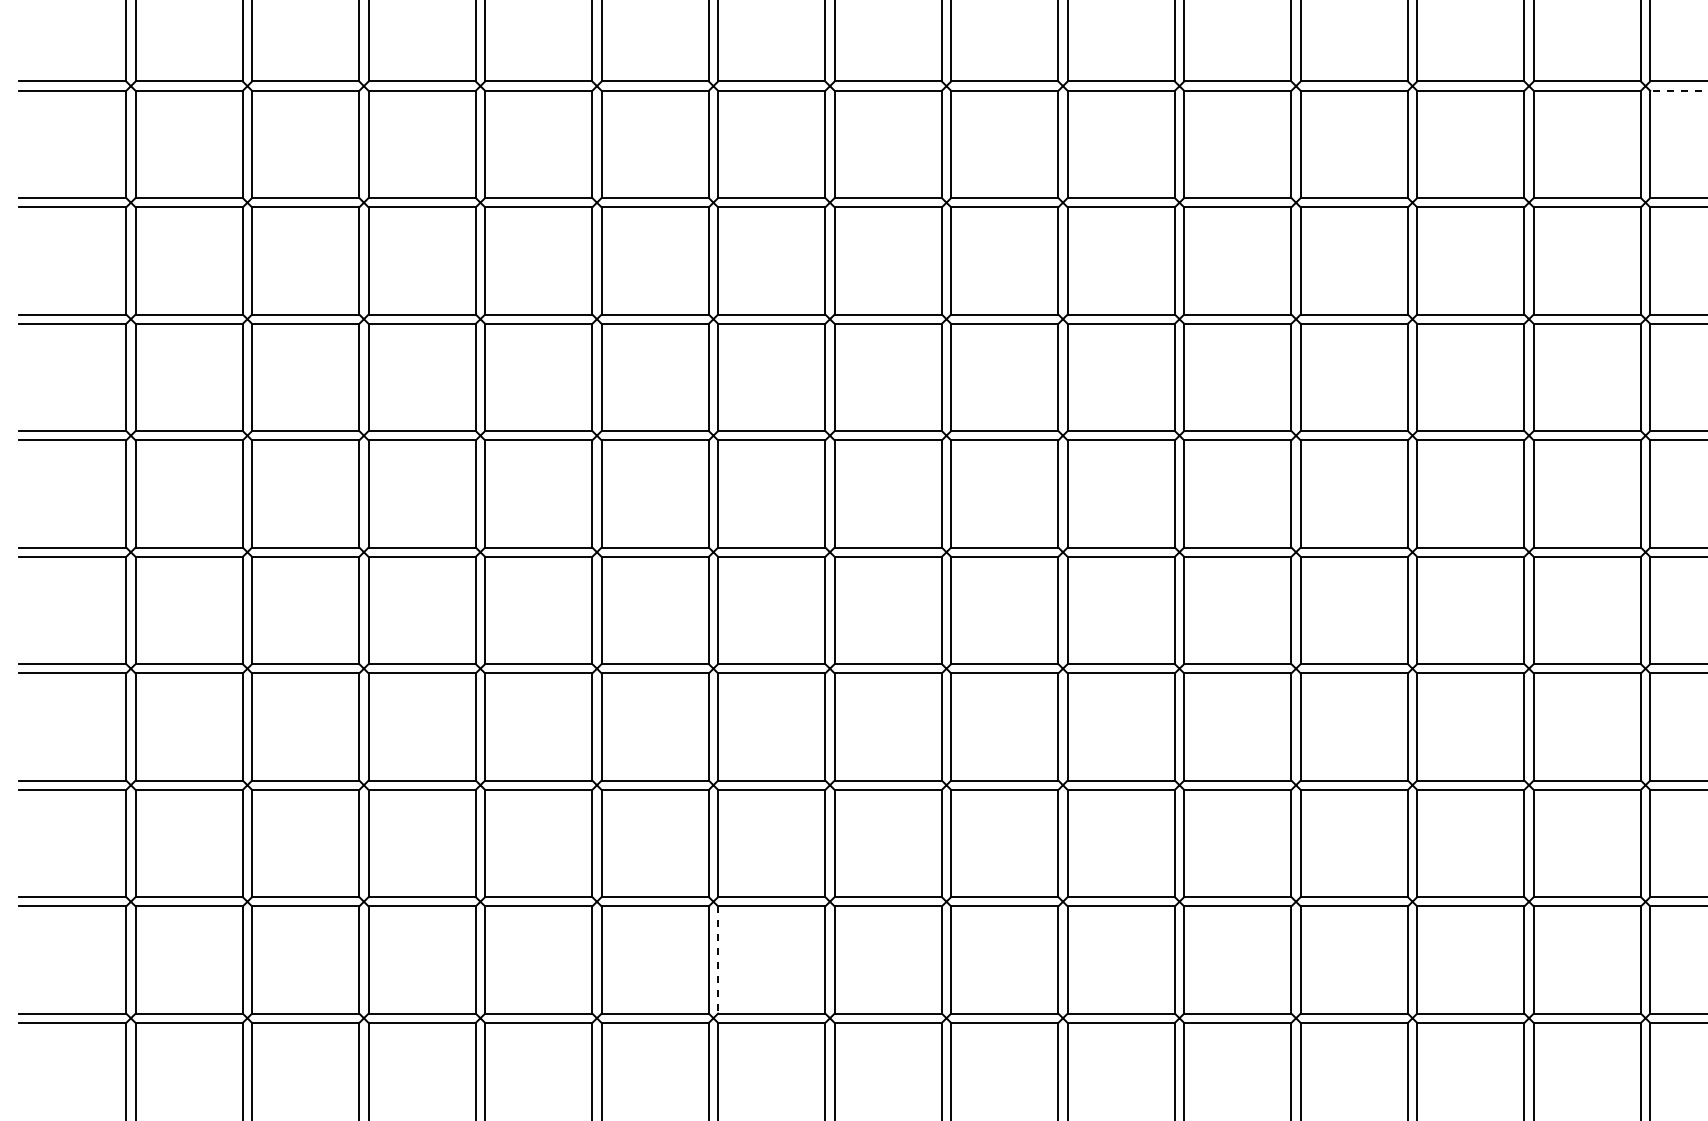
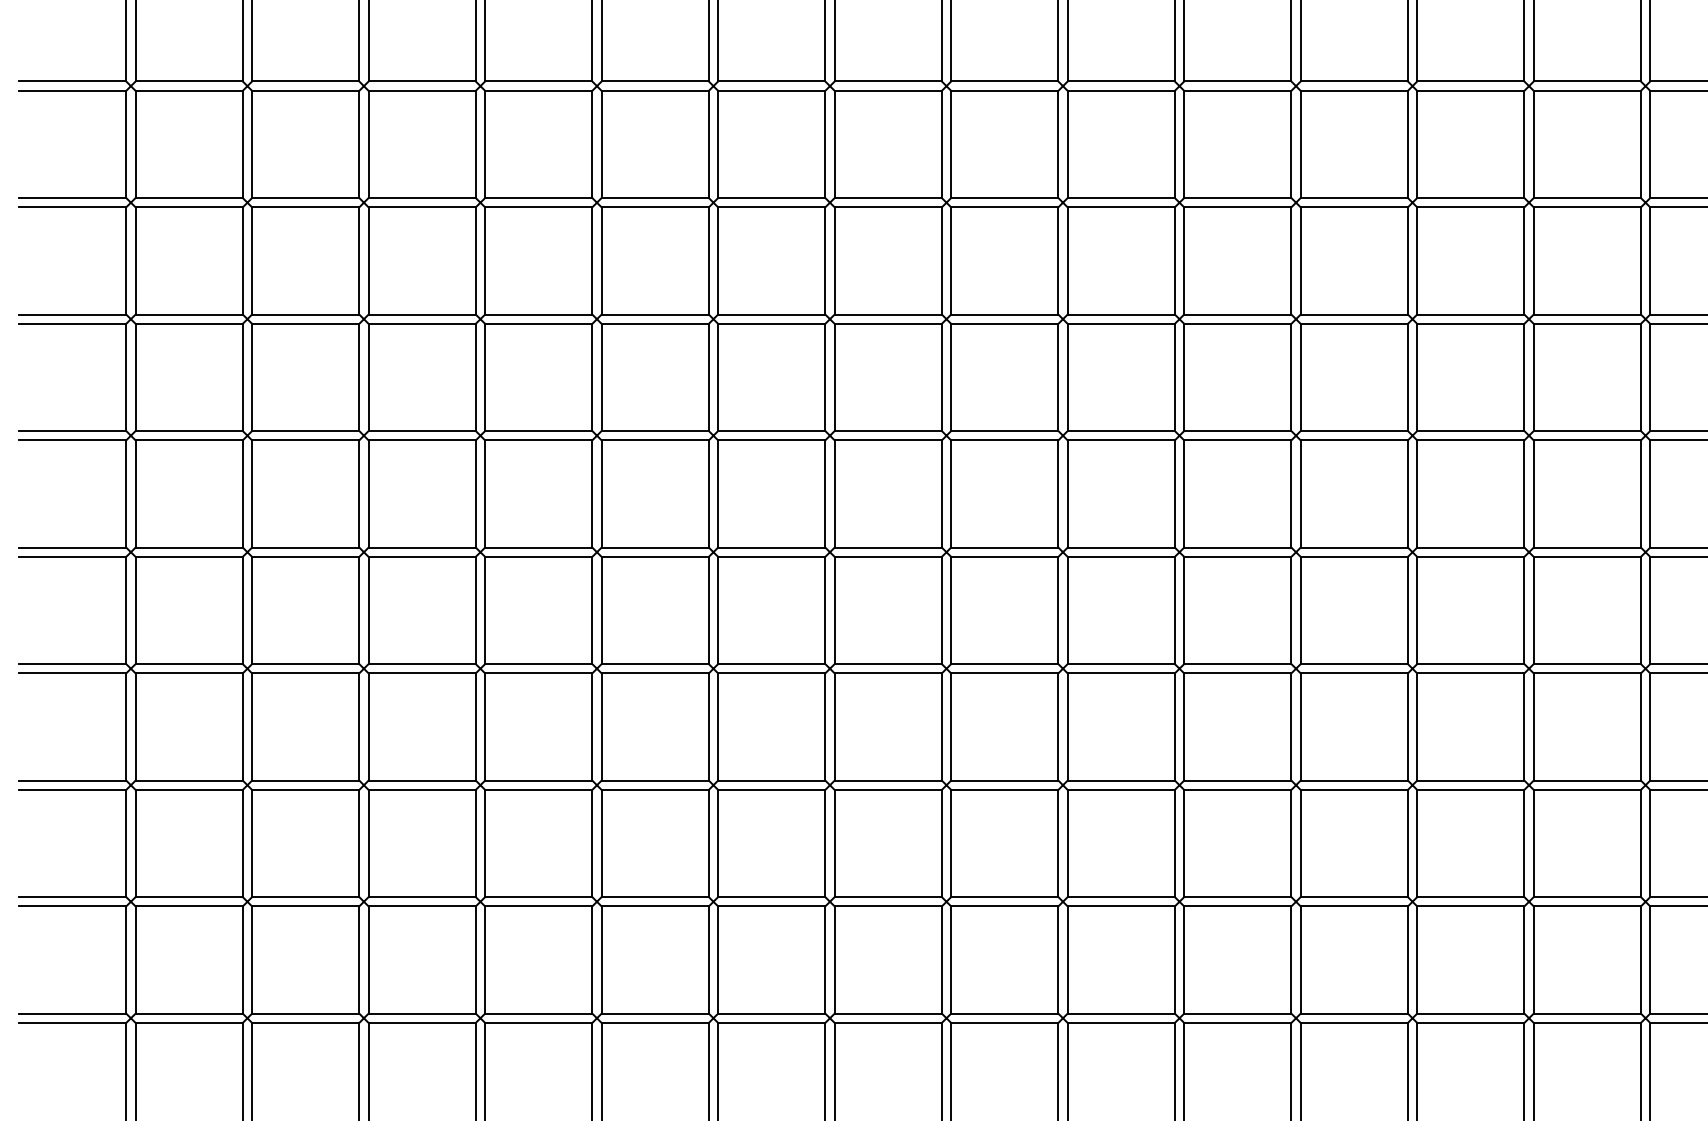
line at (1679, 90): dashed -> solid
line at (718, 960): dashed -> solid
